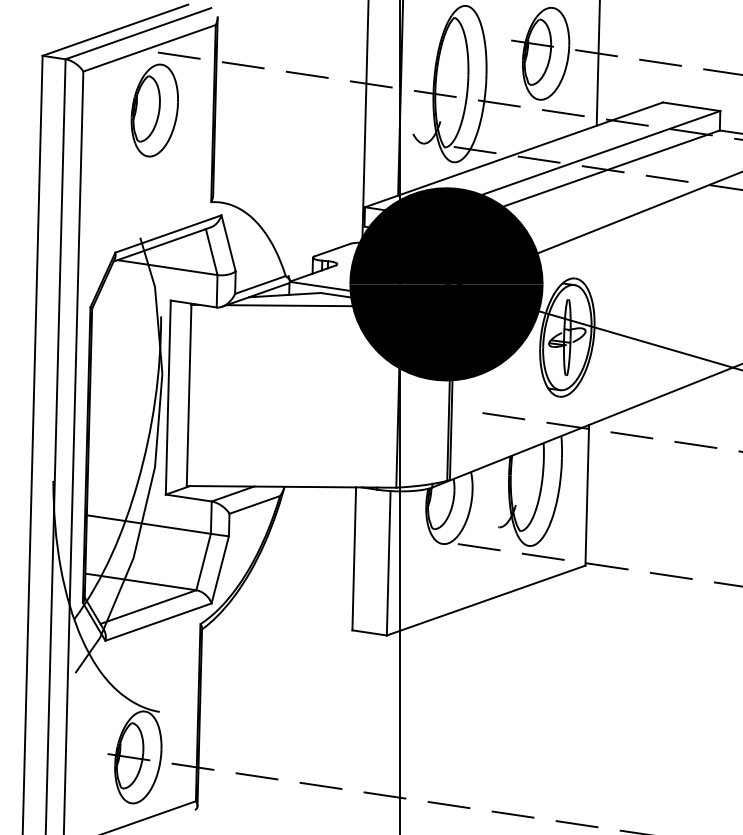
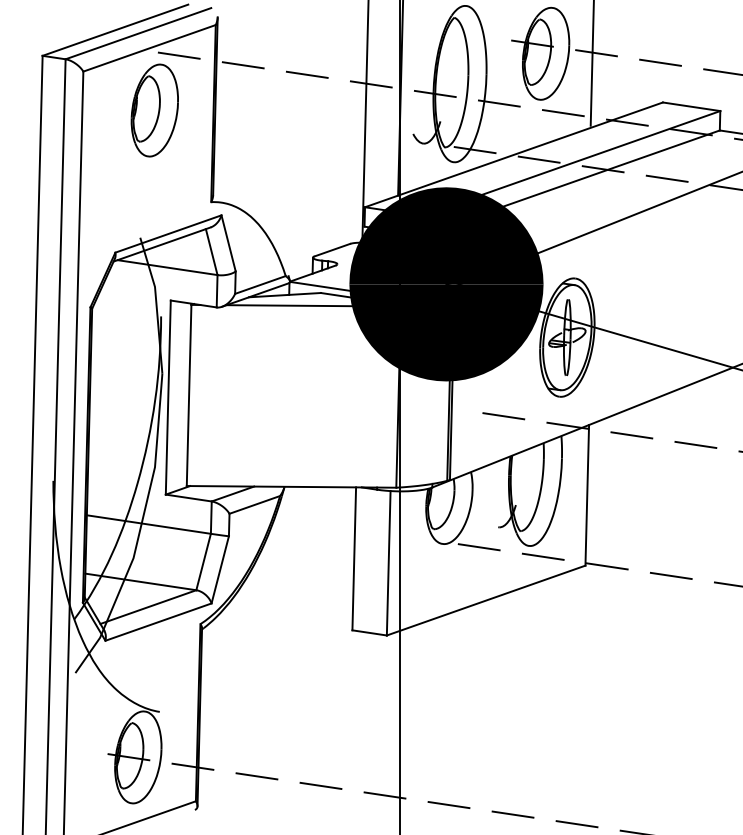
line at (597, 63) position: (597, 63) -> (591, 63)
